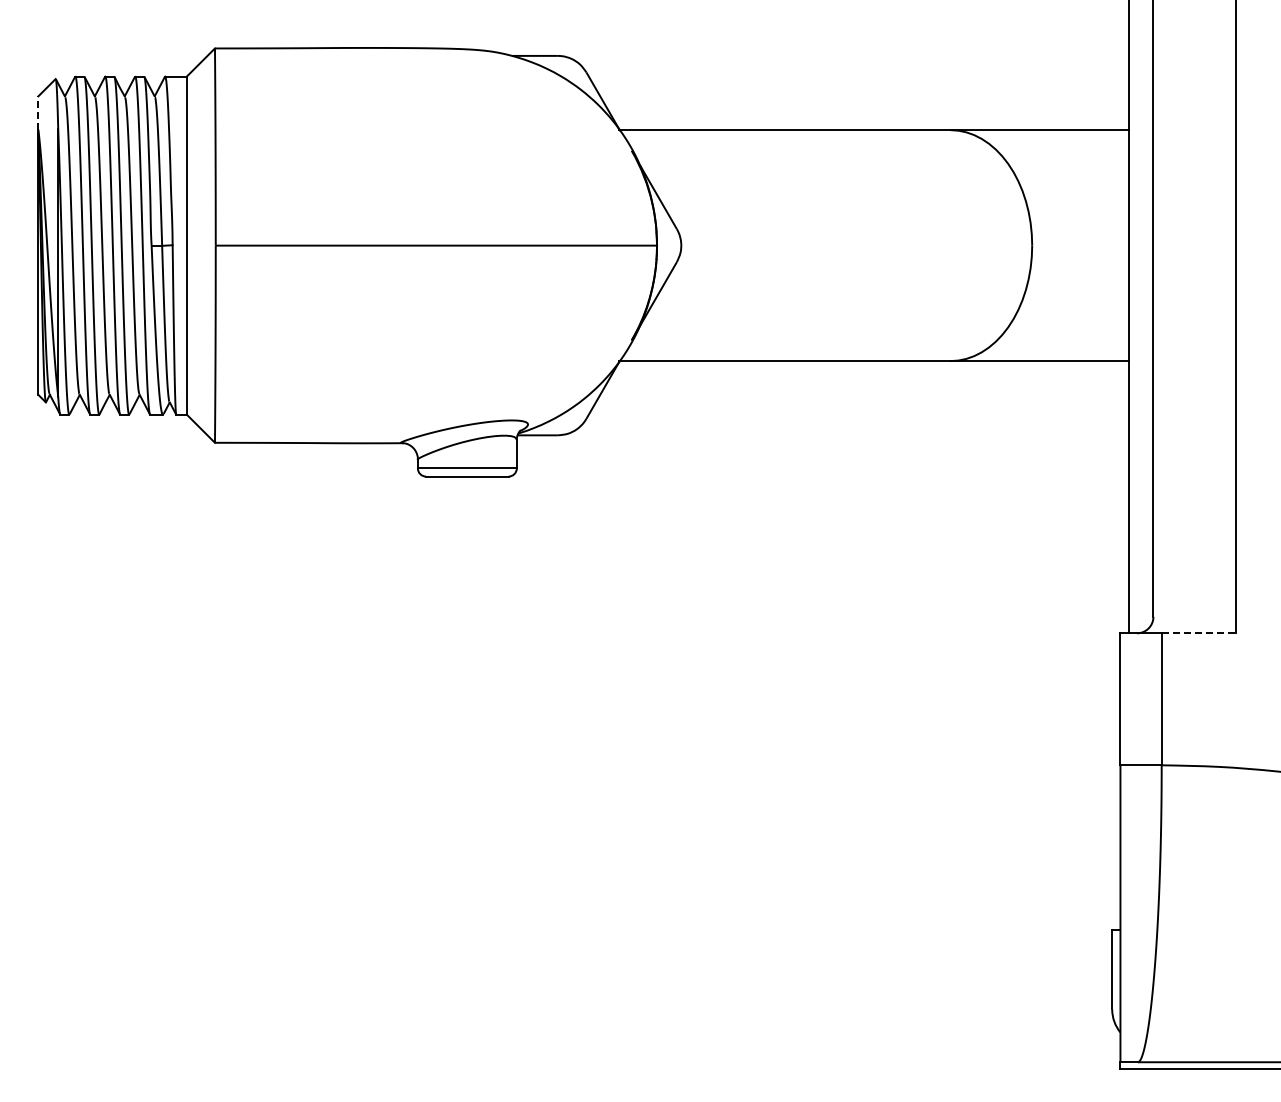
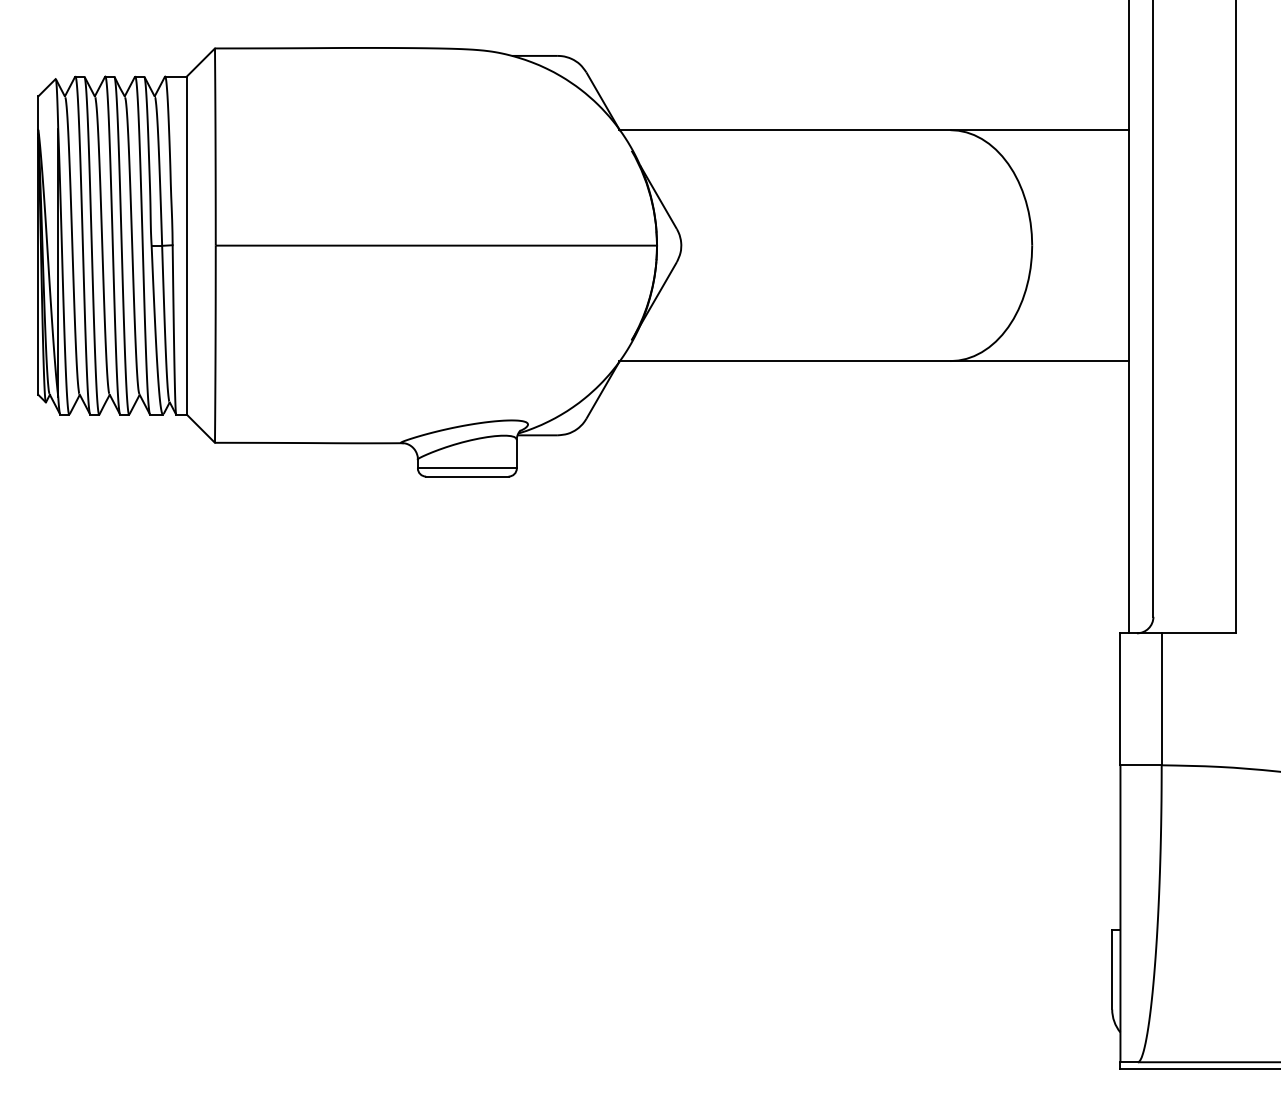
line at (38, 113): dashed -> solid
line at (1199, 633): dashed -> solid
